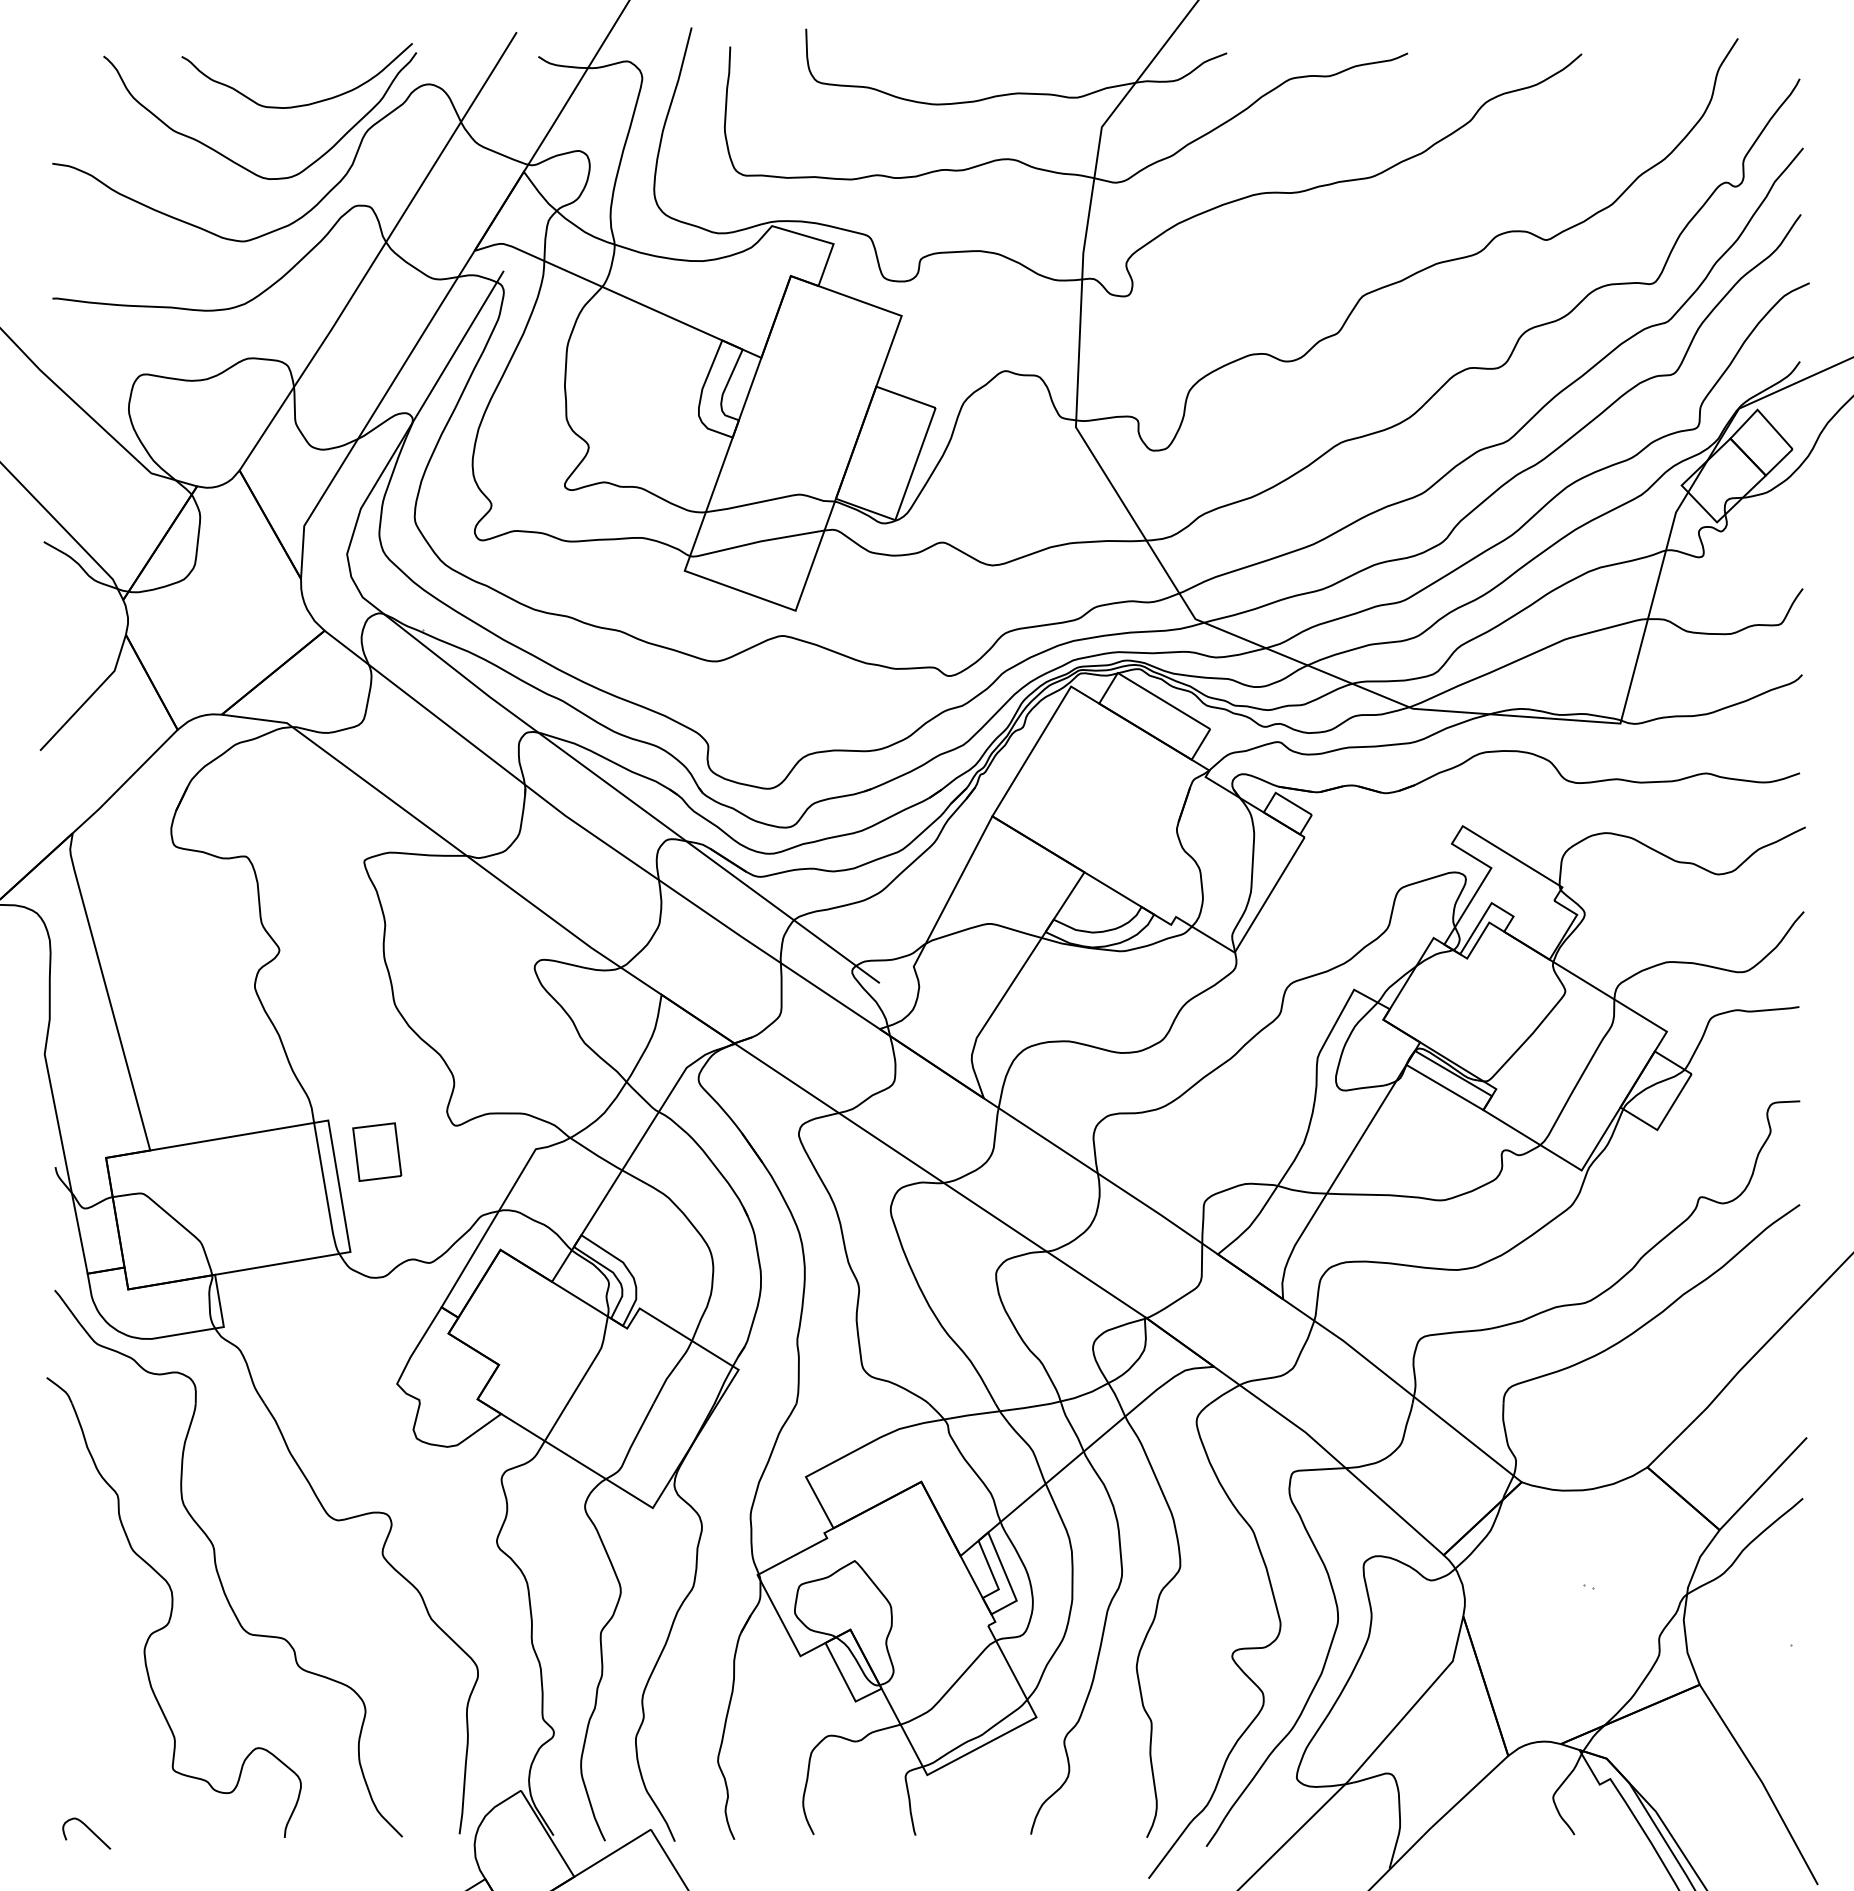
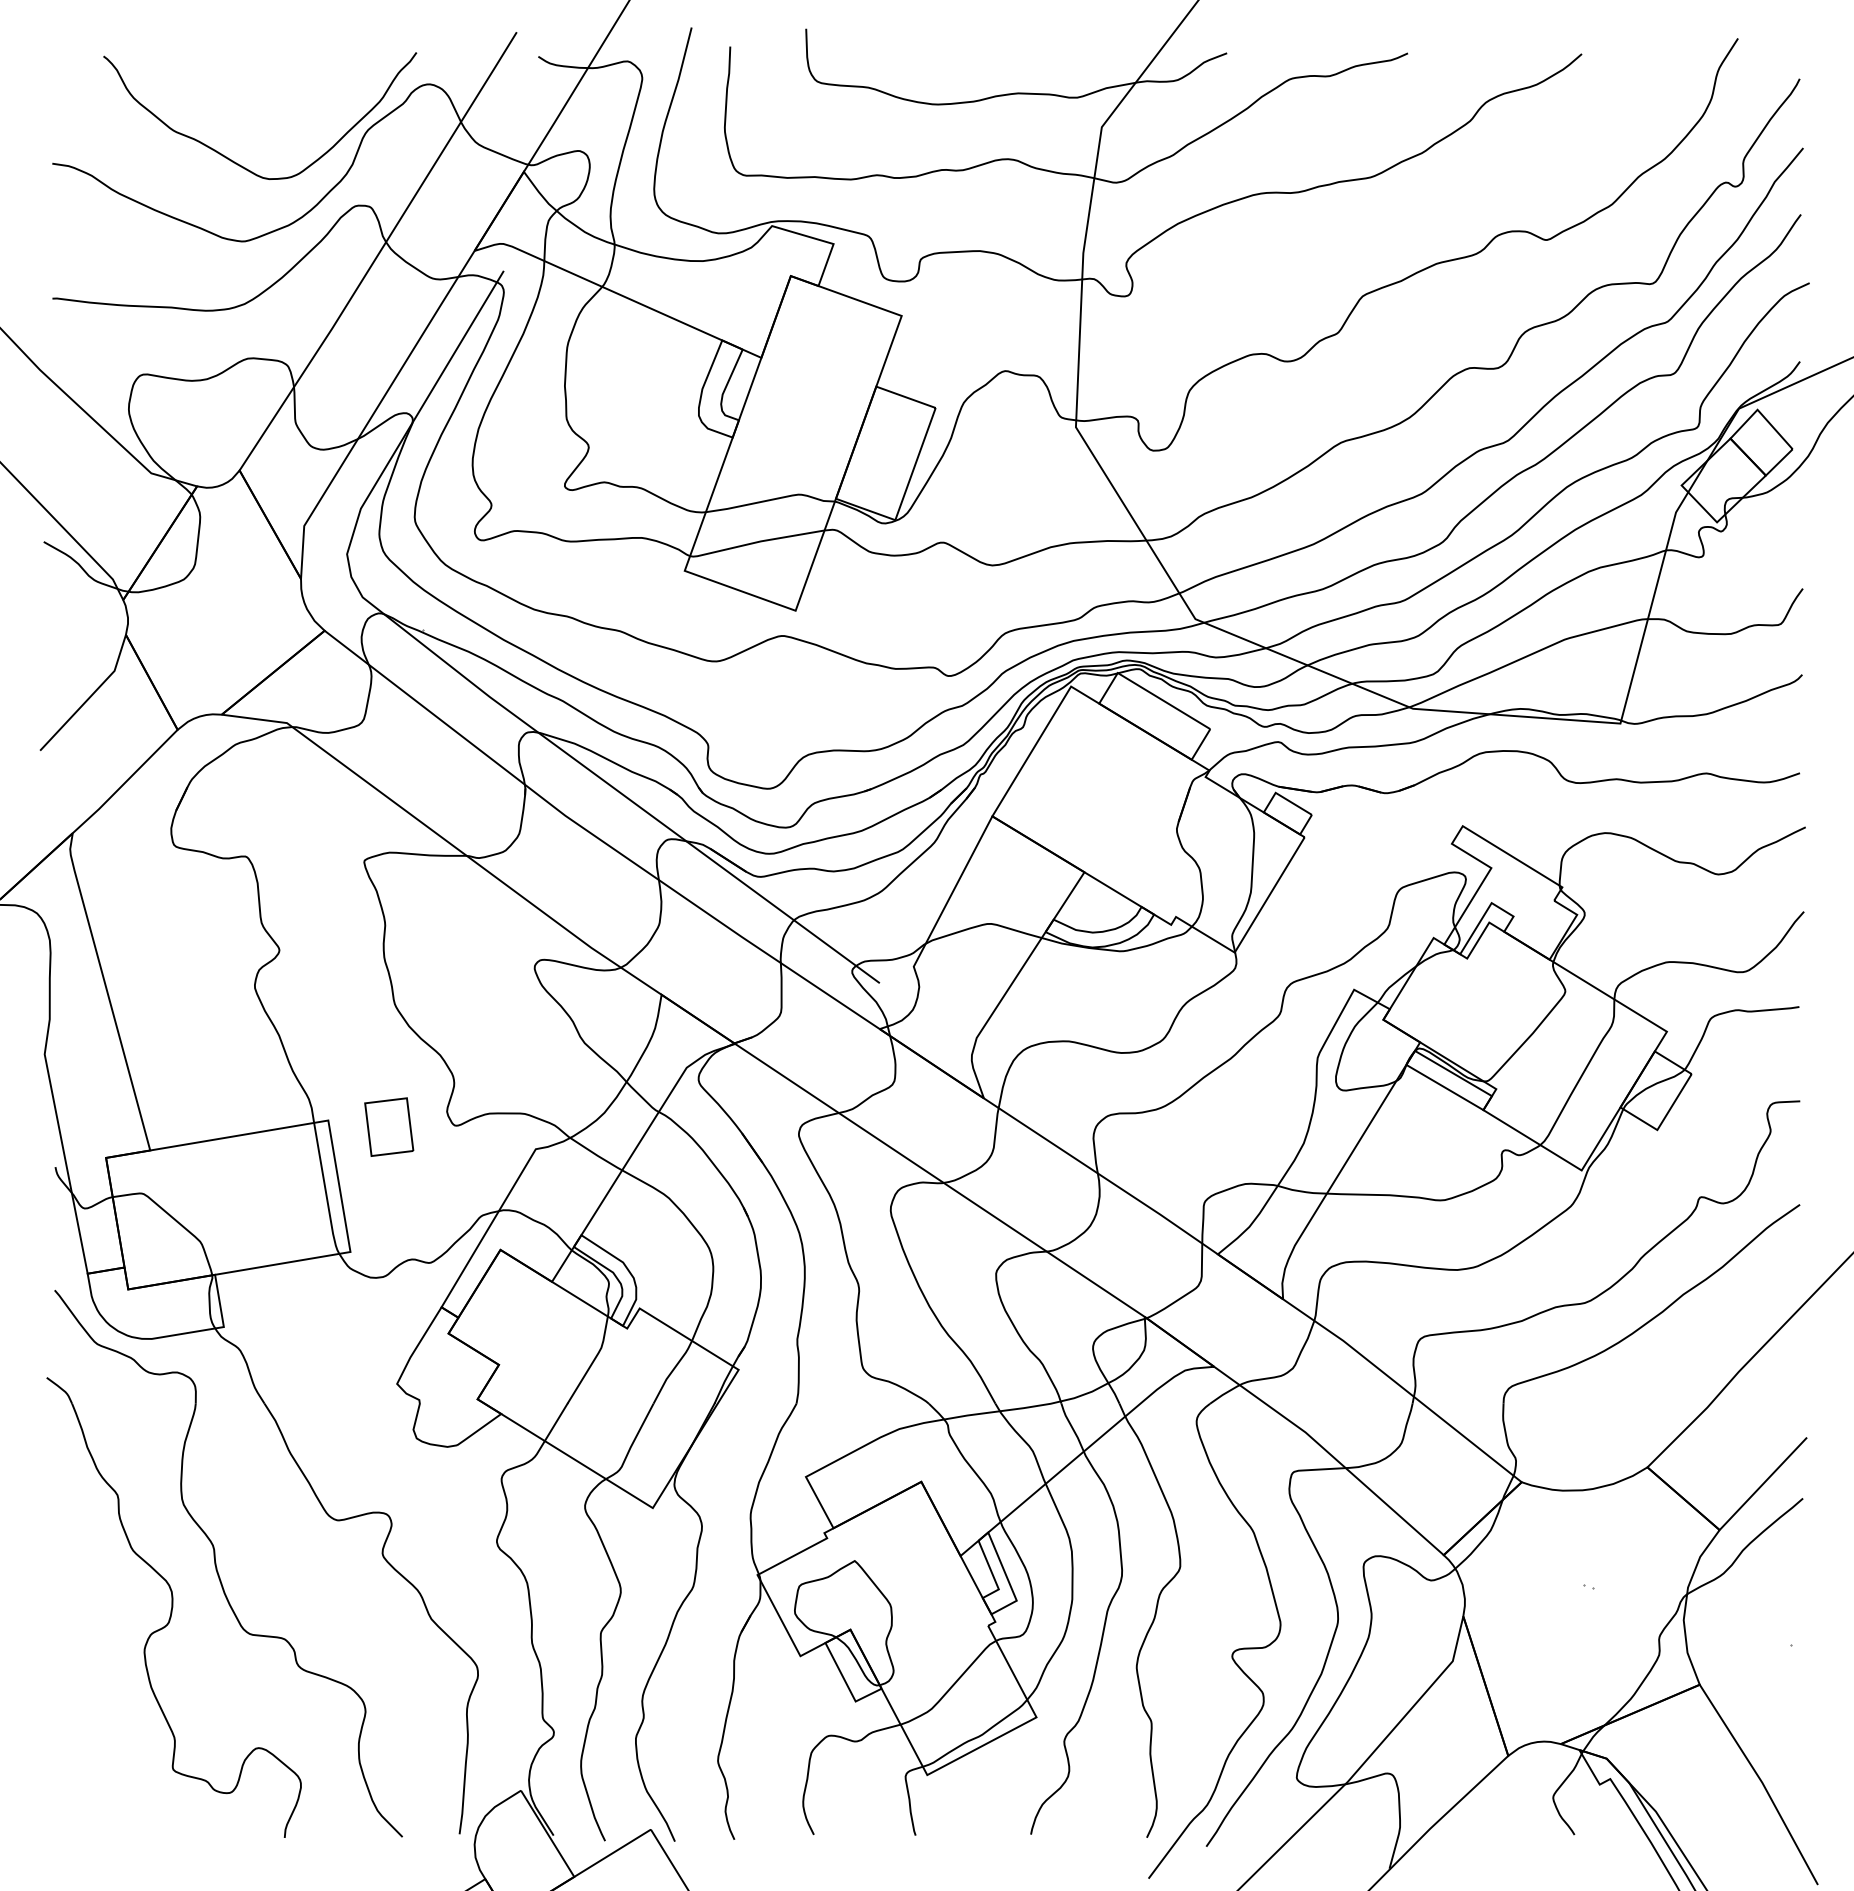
curve at (302, 104): present -> none
part at (377, 1151) position: (377, 1151) -> (389, 1126)
curve at (89, 1830): present -> none
